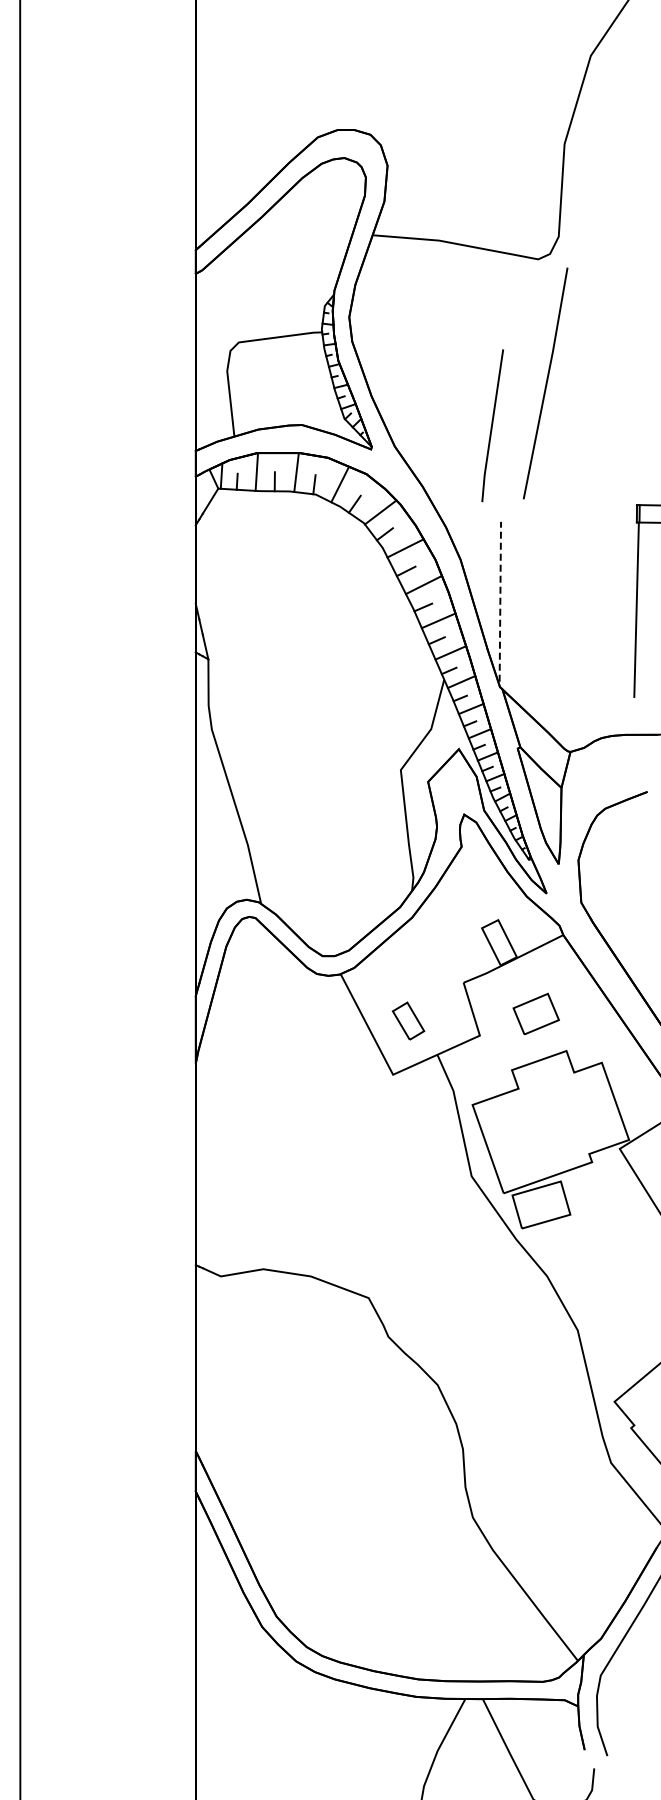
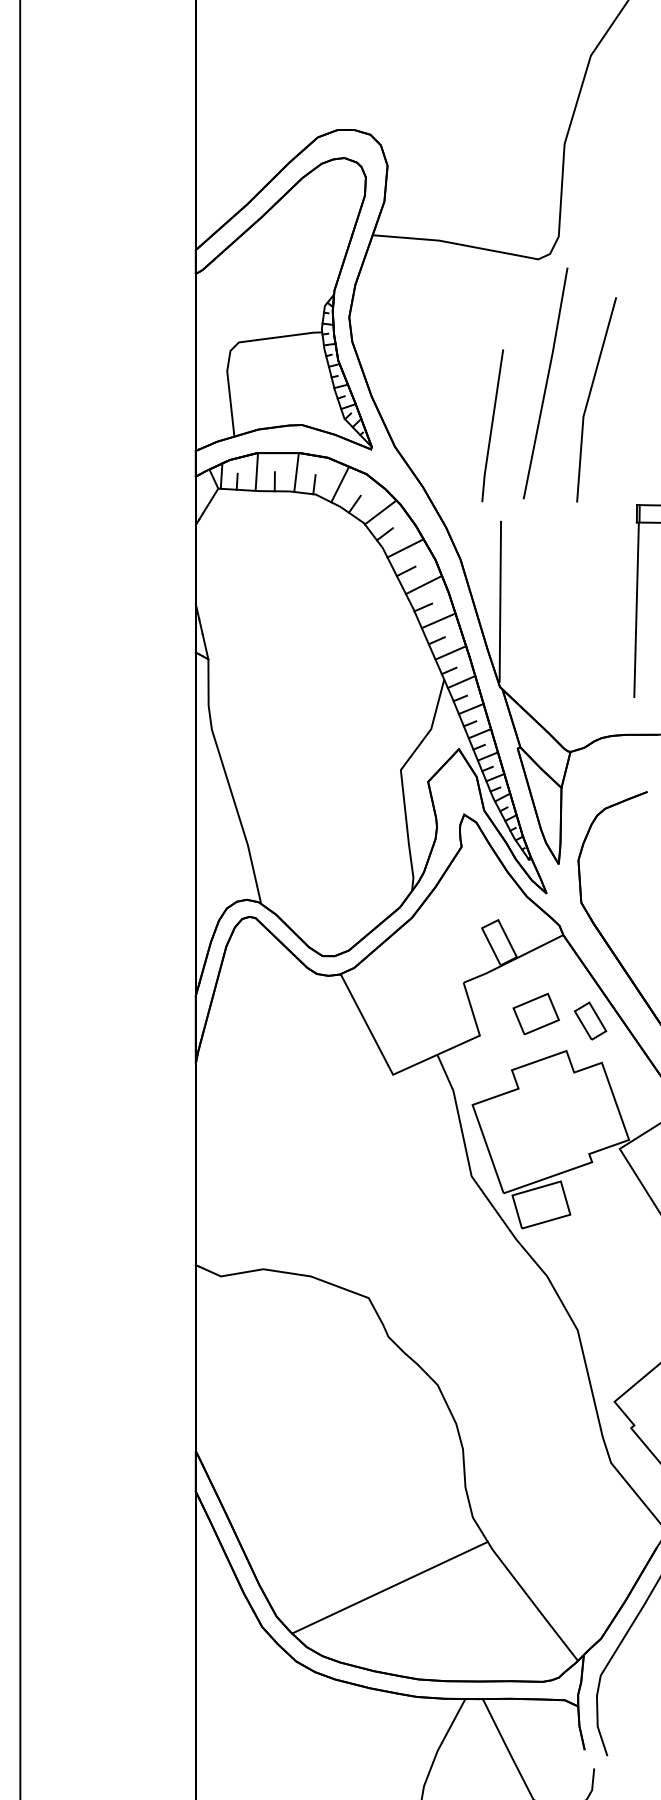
line at (589, 399): none -> present
line at (500, 601): dashed -> solid
part at (408, 1020) position: (408, 1020) -> (590, 1020)
line at (389, 1587): none -> present
